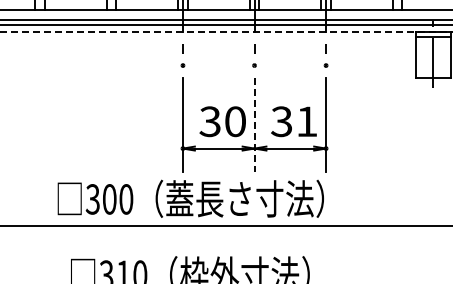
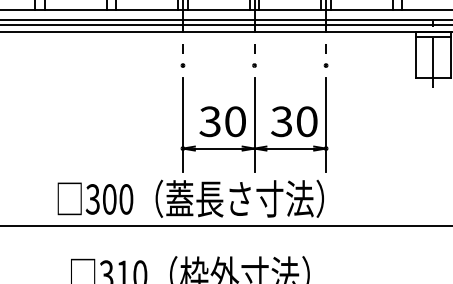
line at (226, 31): dashed -> solid
text at (307, 121): 31 -> 30
line at (254, 125): dashed -> solid
